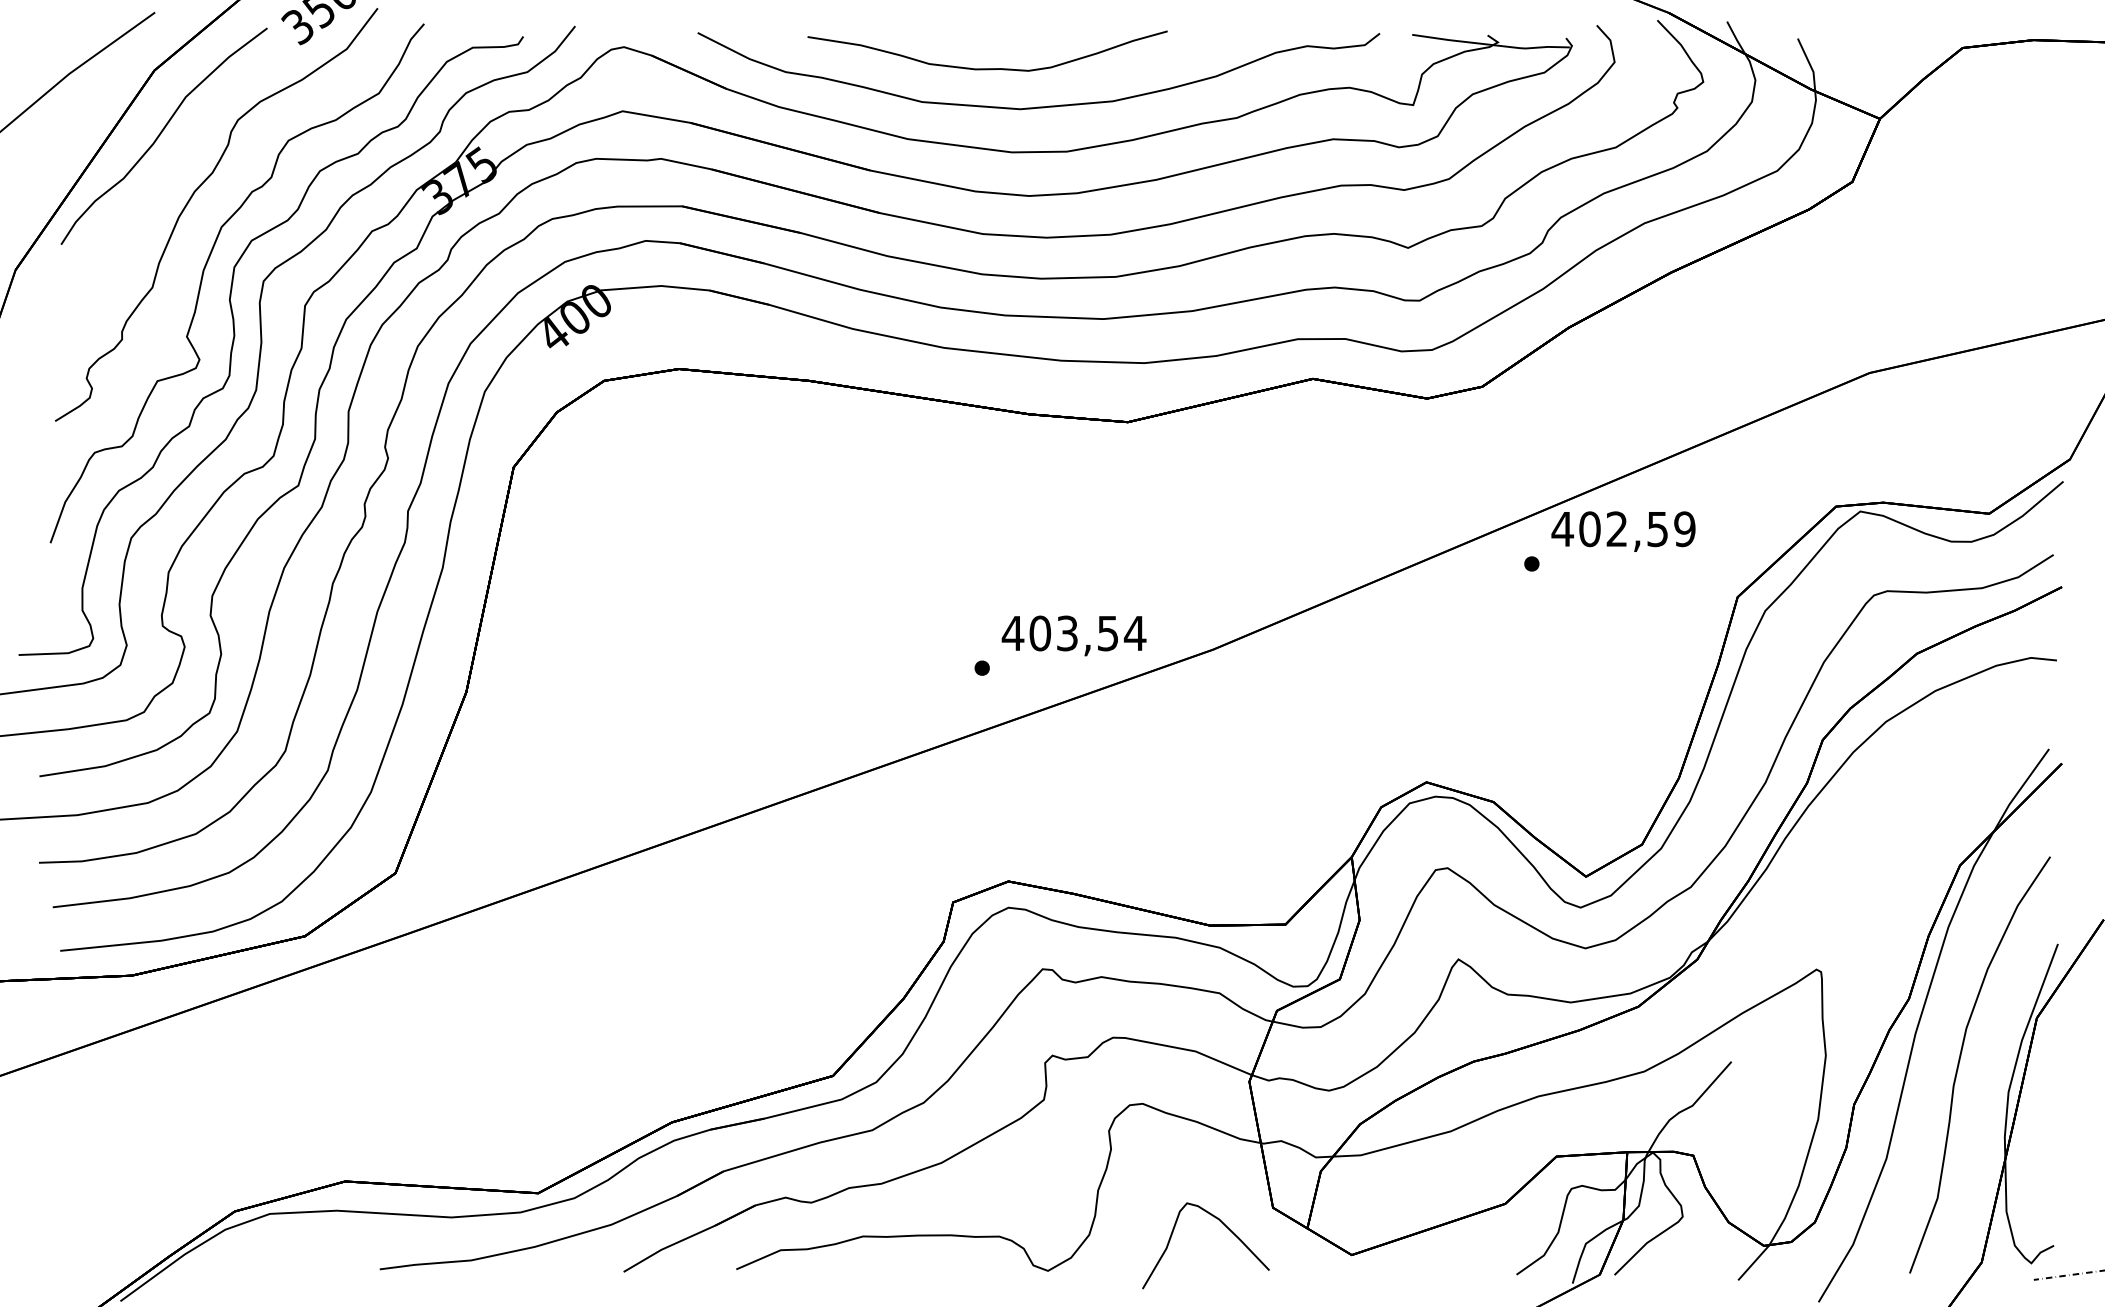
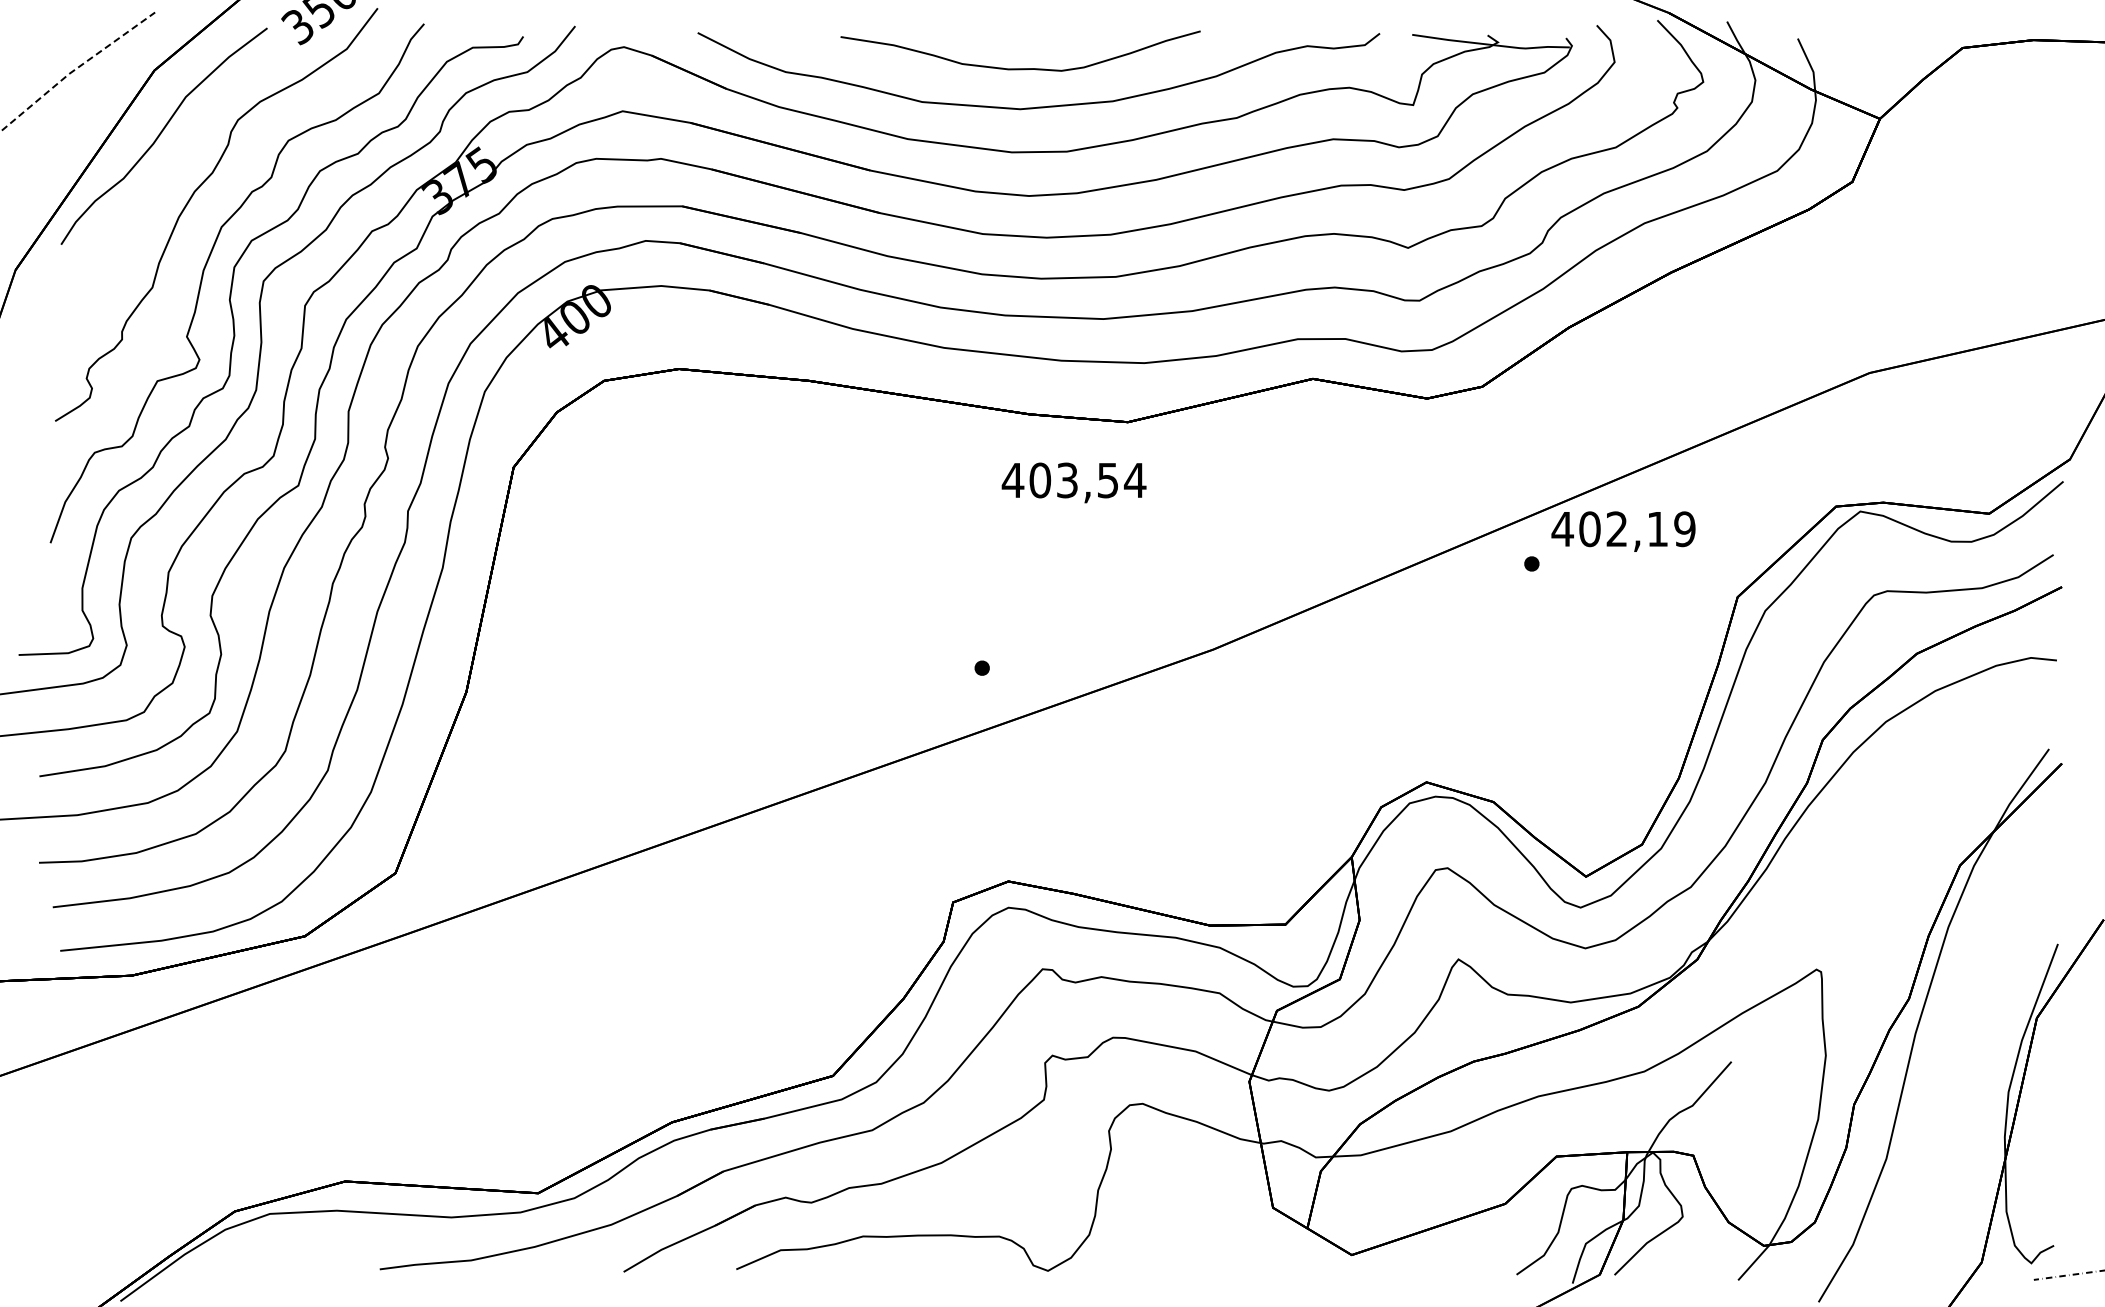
curve at (987, 68) position: (987, 68) -> (1020, 68)
line at (75, 69): solid -> dashed
text at (1657, 529): 402,59 -> 402,19
text at (1073, 635) position: (1073, 635) -> (1073, 482)
curve at (1960, 1060): present -> none
curve at (1221, 1223): present -> none
